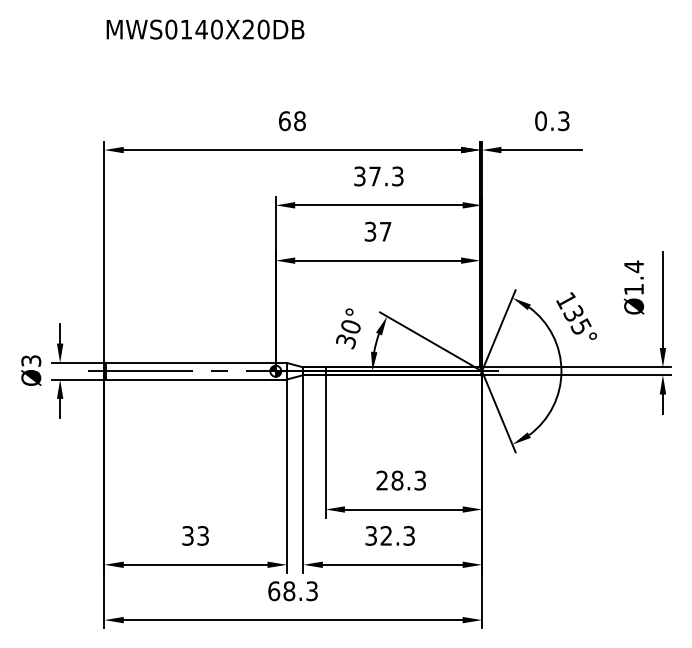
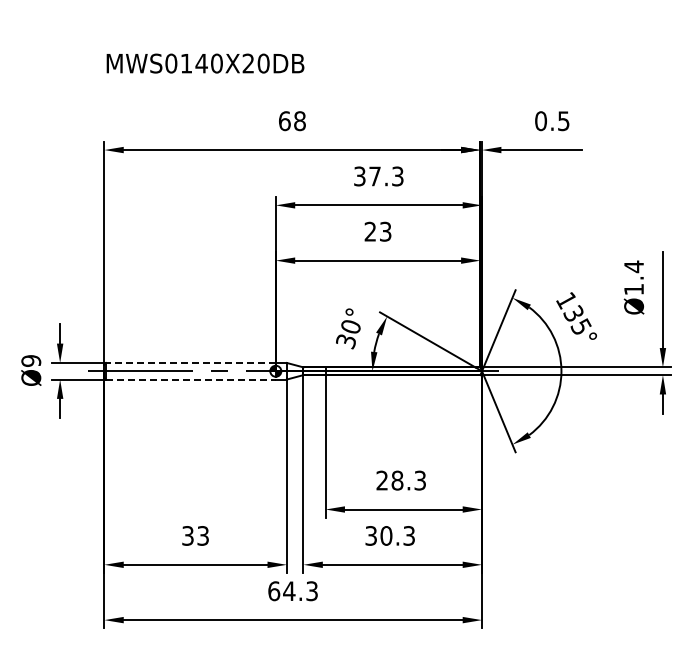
text at (205, 29) position: (205, 29) -> (205, 63)
text at (563, 120): 0.3 -> 0.5
text at (377, 231): 37 -> 23
text at (31, 360): Ø3 -> Ø9
line at (190, 362): solid -> dashed
line at (190, 379): solid -> dashed
text at (386, 535): 32.3 -> 30.3
text at (289, 591): 68.3 -> 64.3
